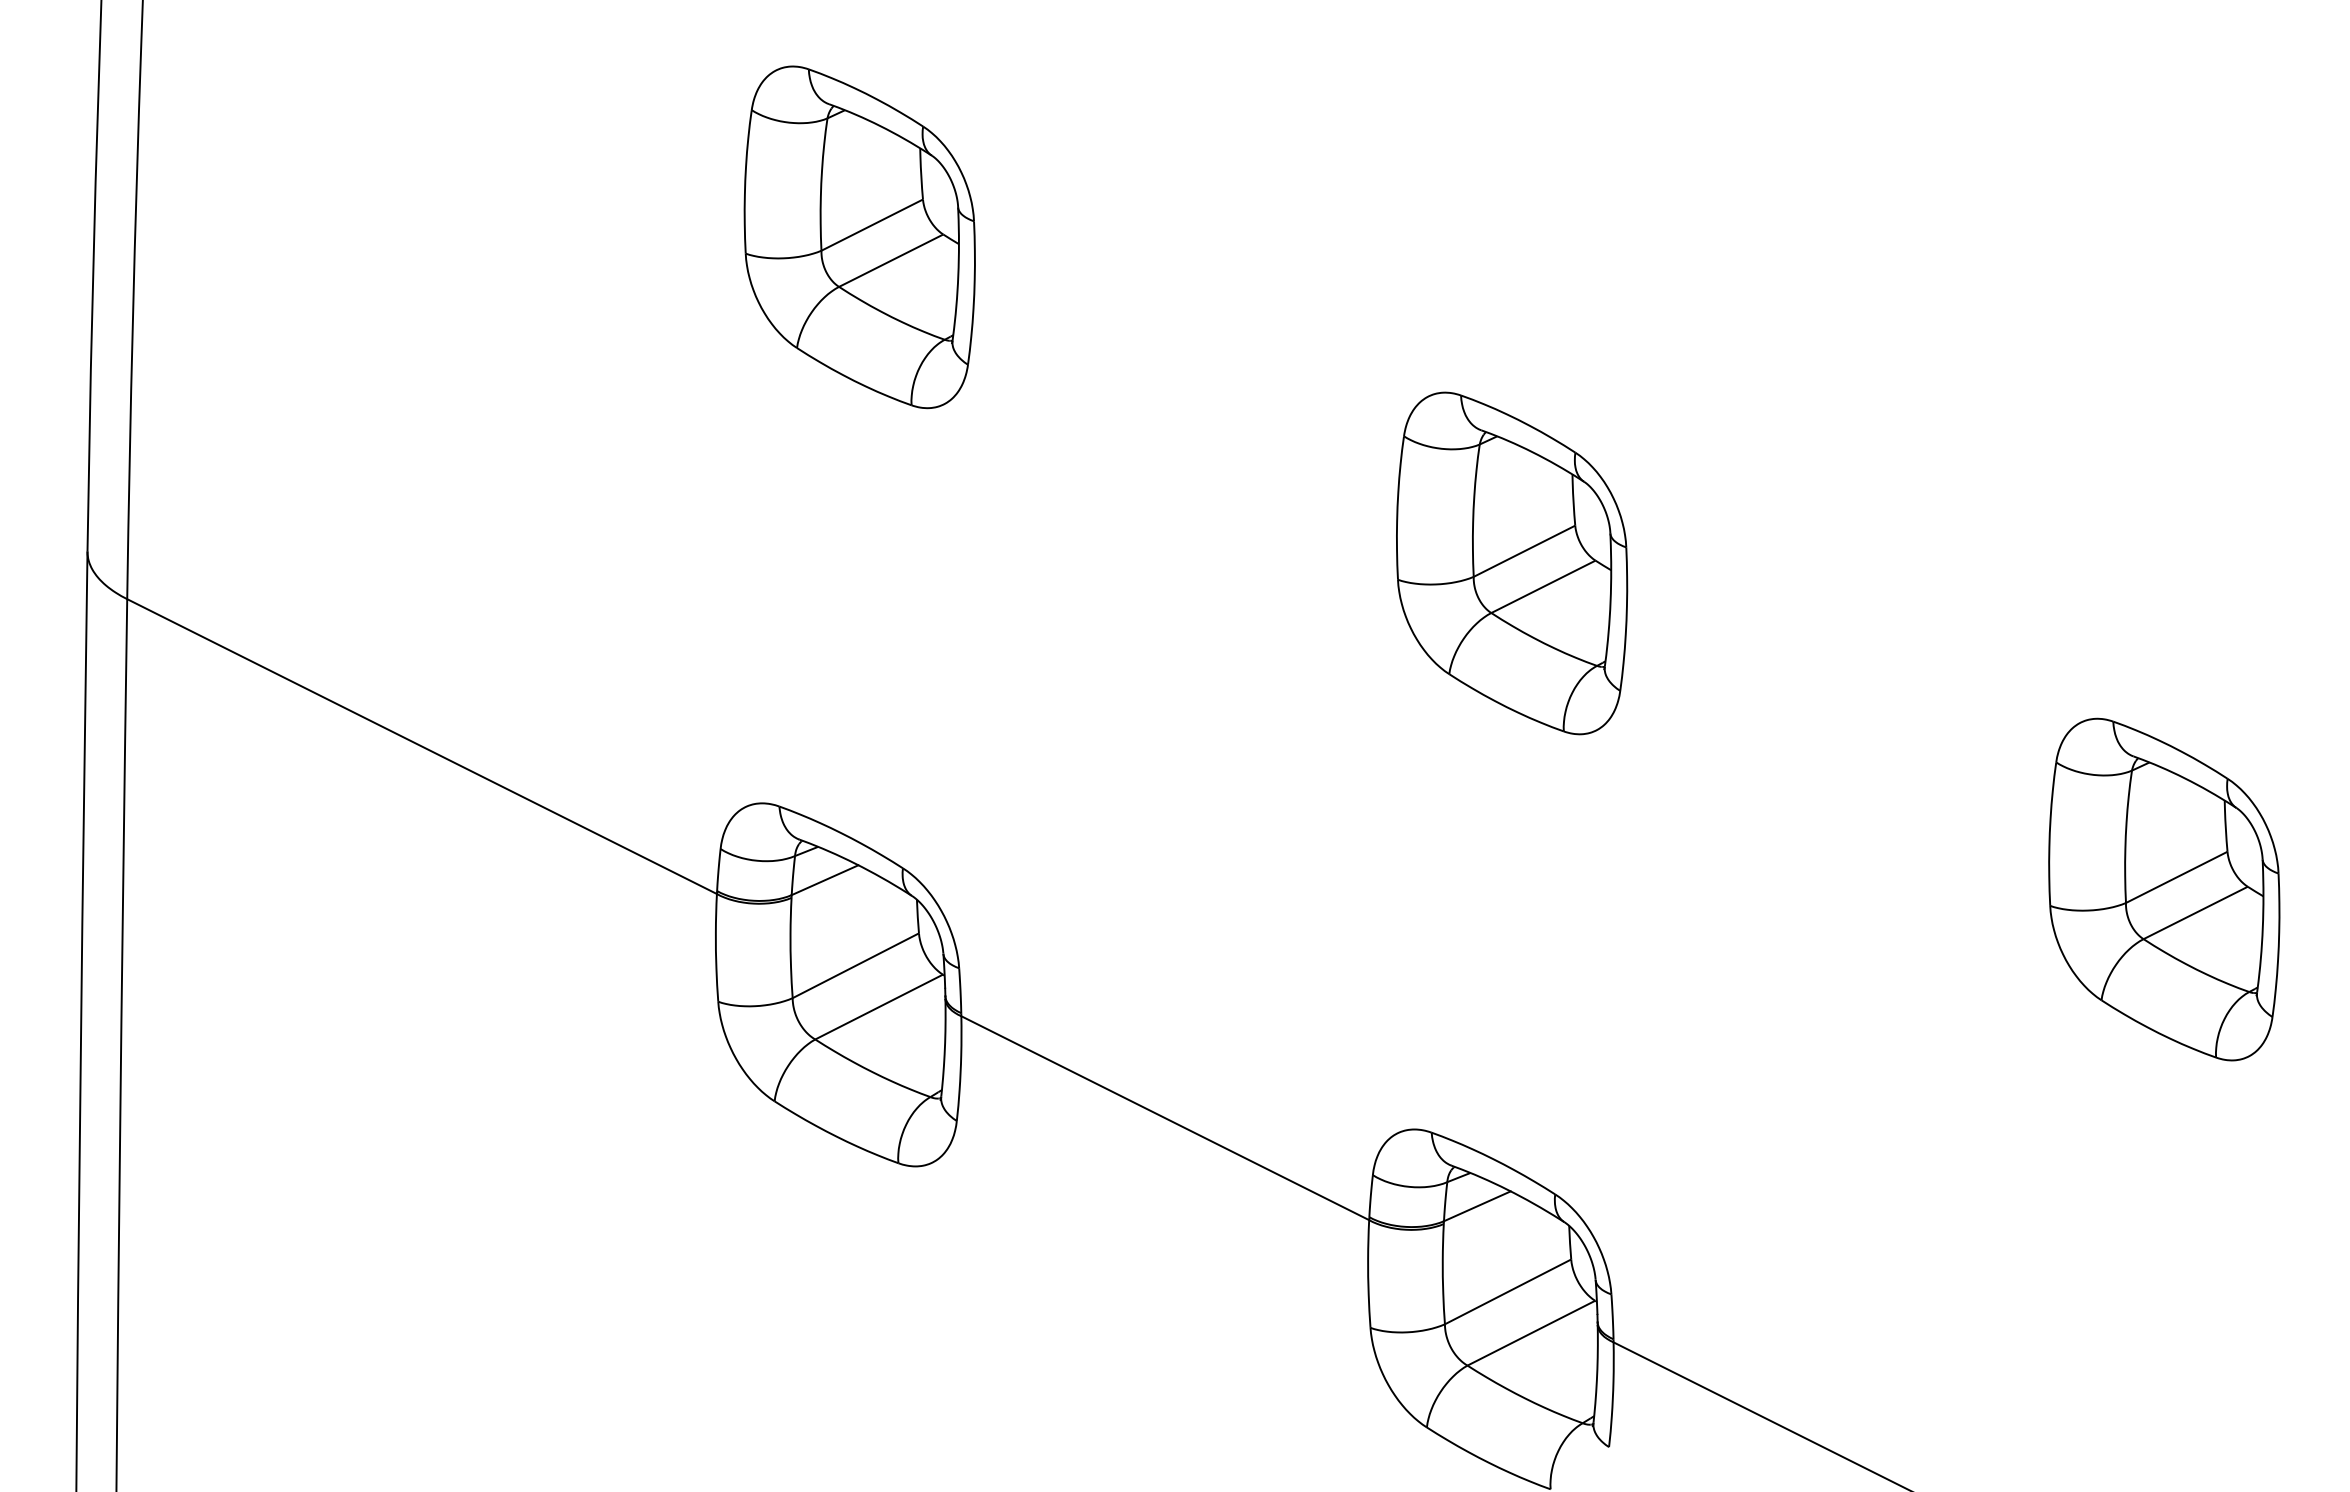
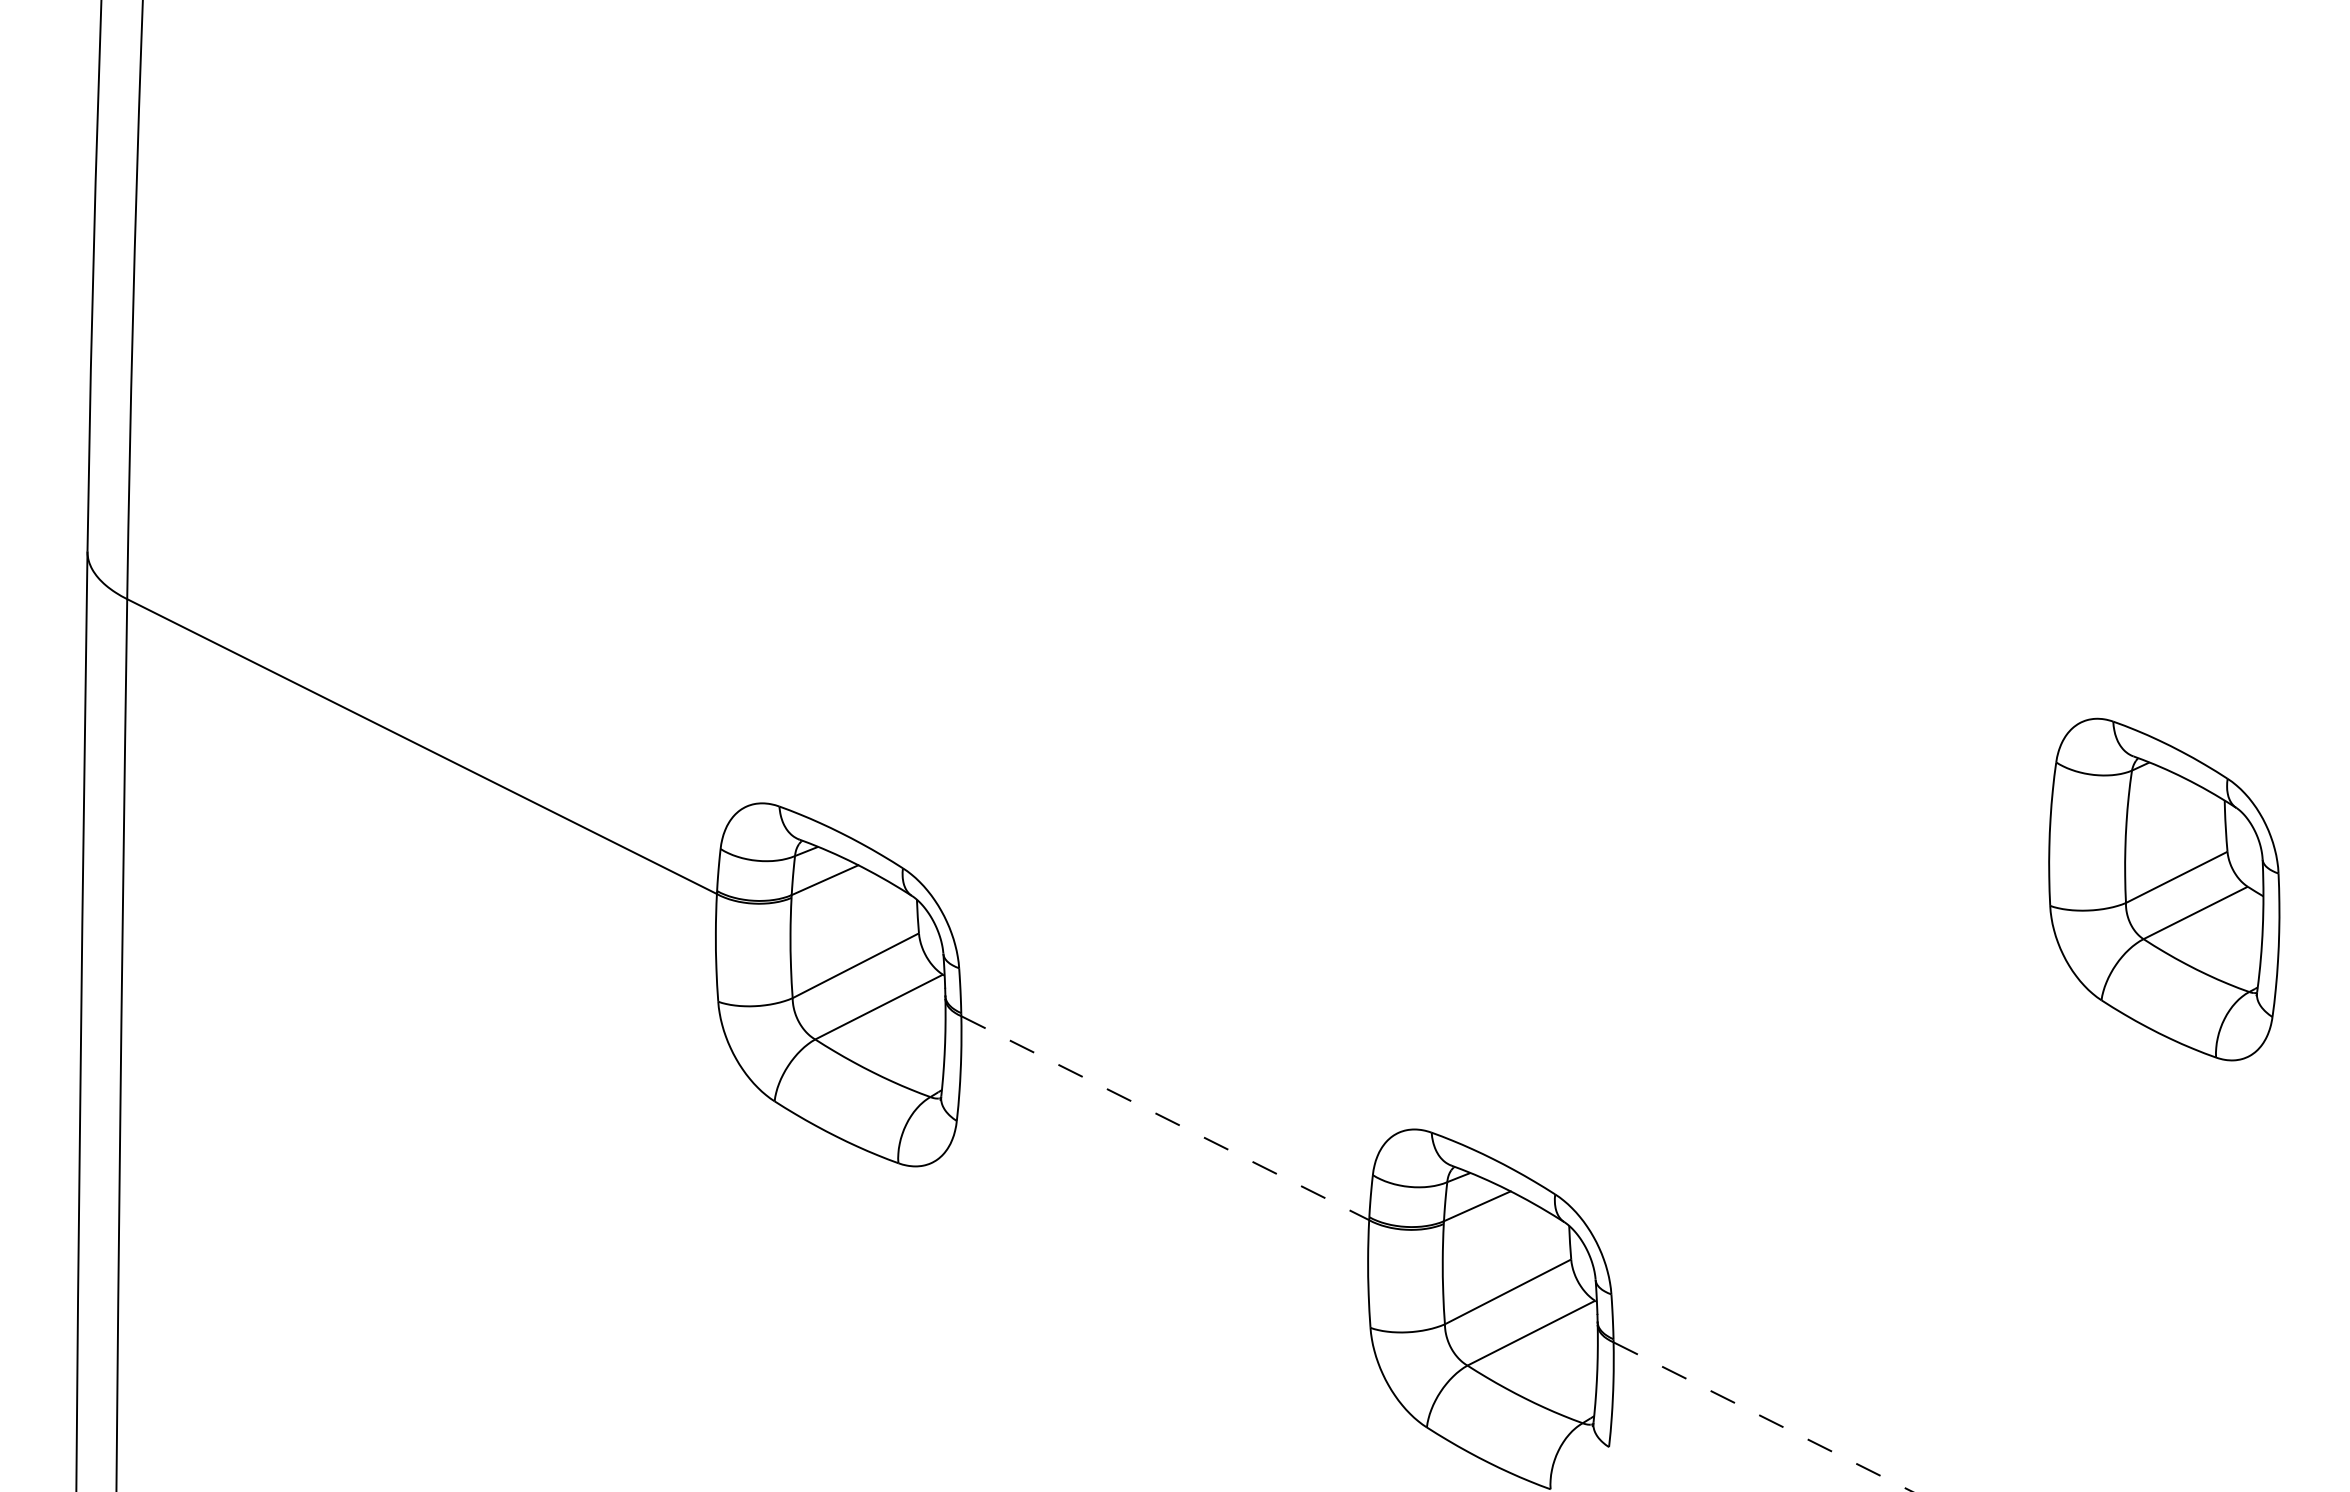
part at (859, 237): present -> none
part at (1512, 563): present -> none
line at (1165, 1118): solid -> dashed
line at (1762, 1417): solid -> dashed
